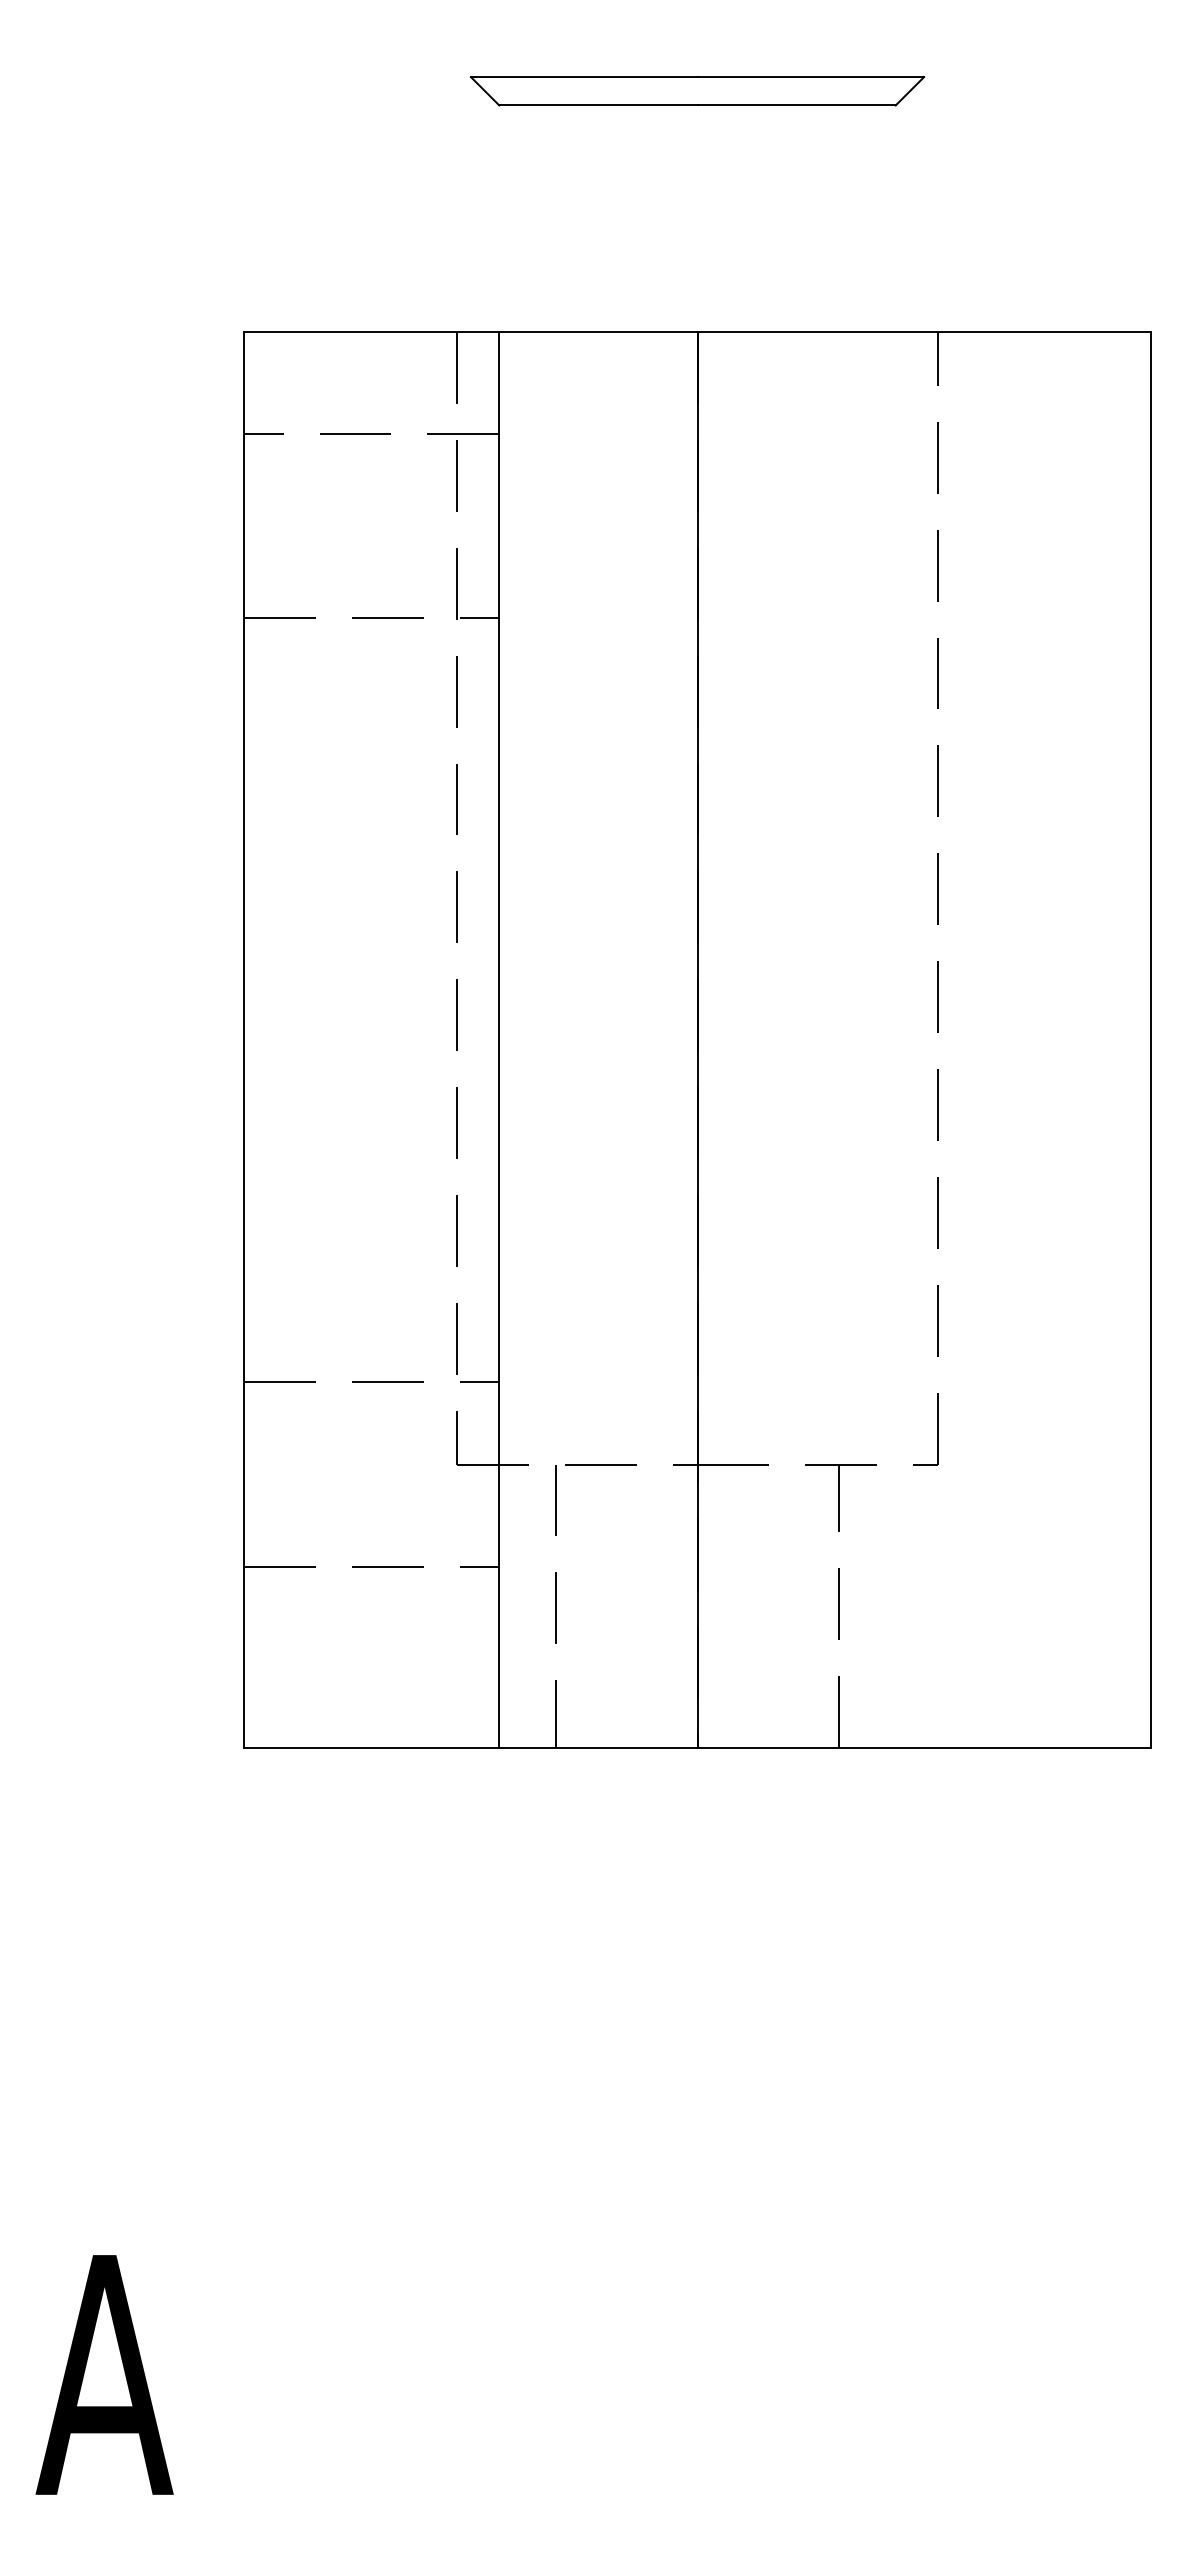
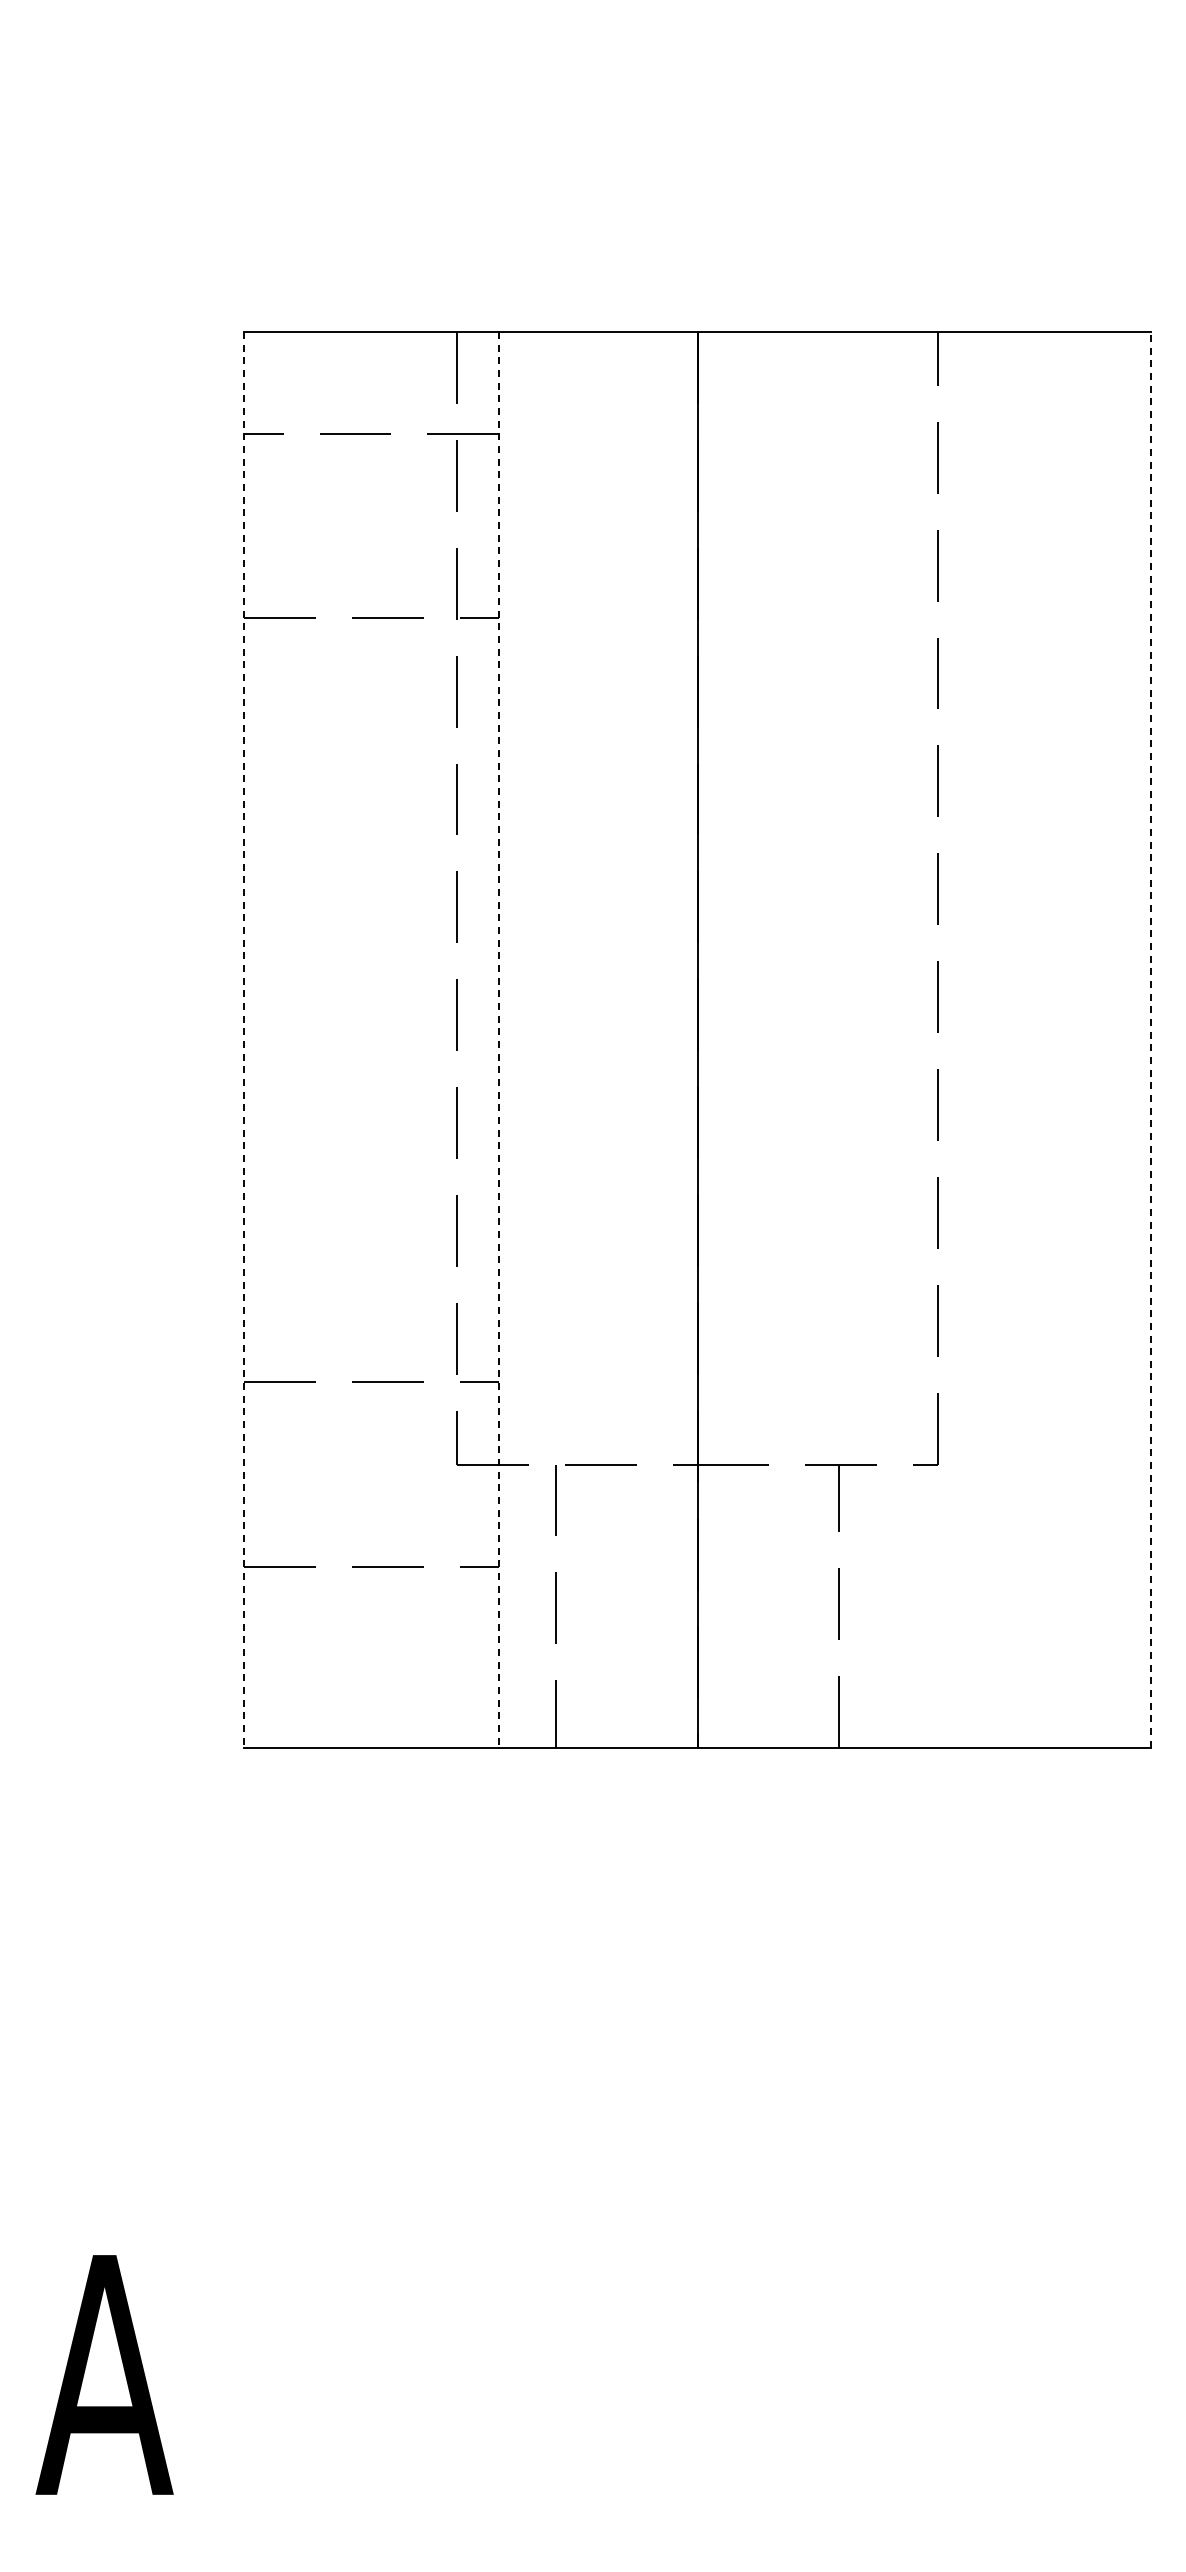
part at (697, 91): present -> none
line at (244, 1039): solid -> dashed
line at (499, 1039): solid -> dashed
line at (1150, 1039): solid -> dashed
